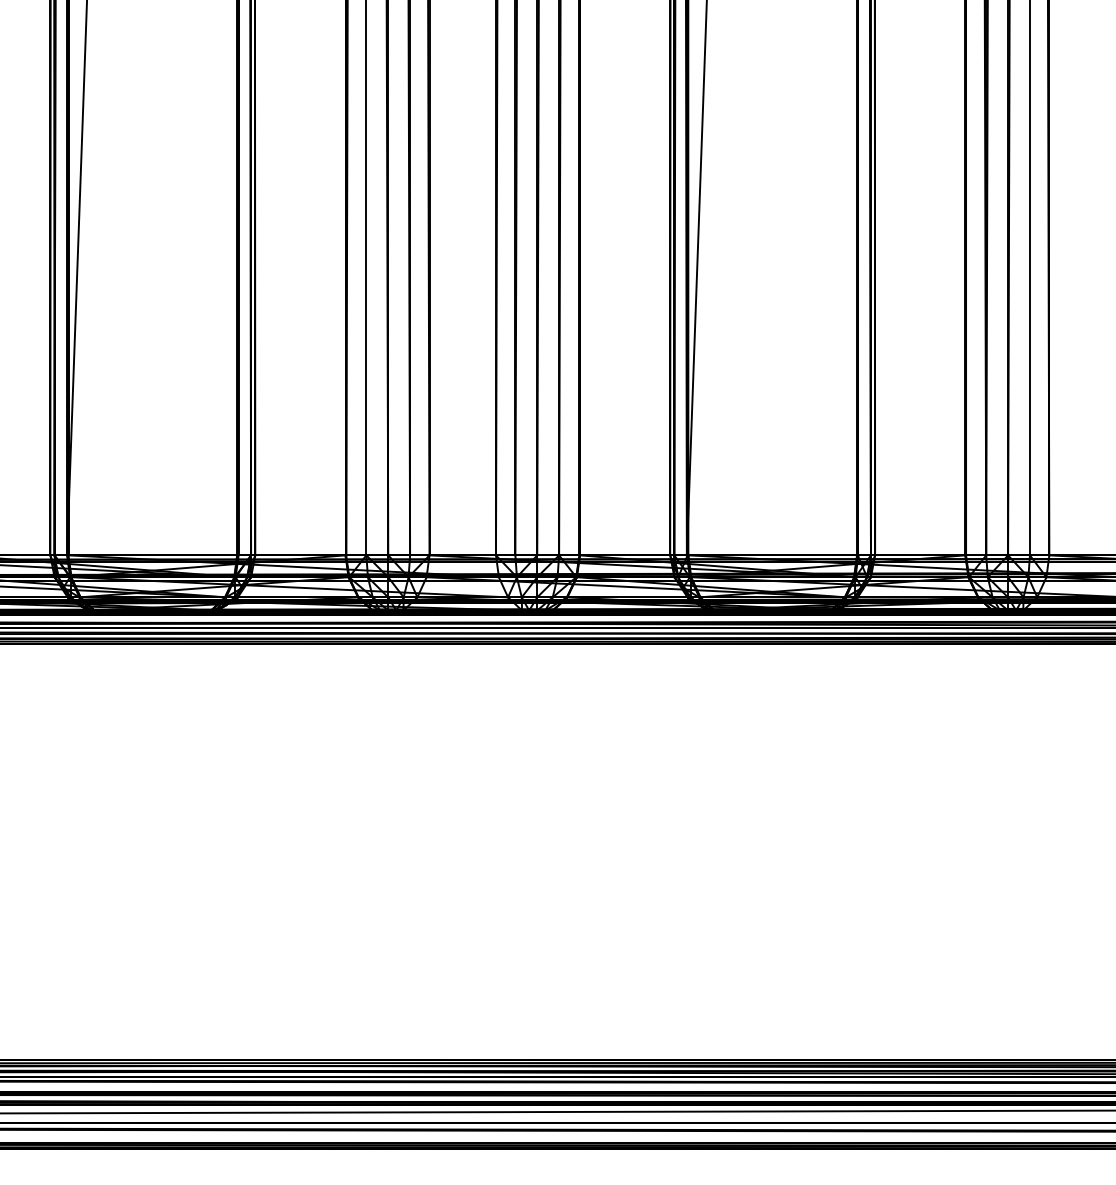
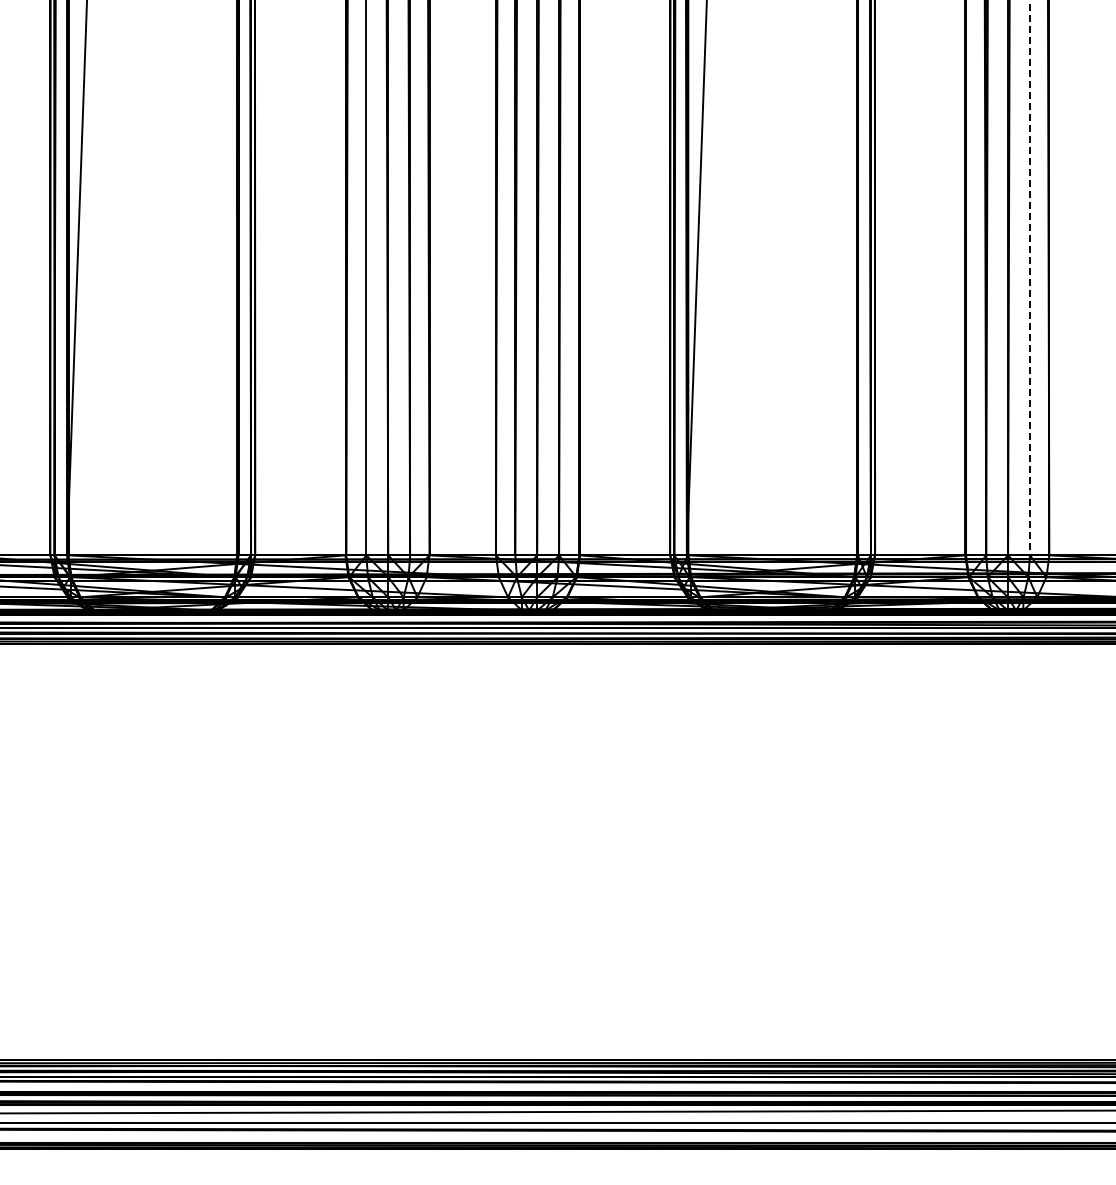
line at (1029, 278): solid -> dashed
